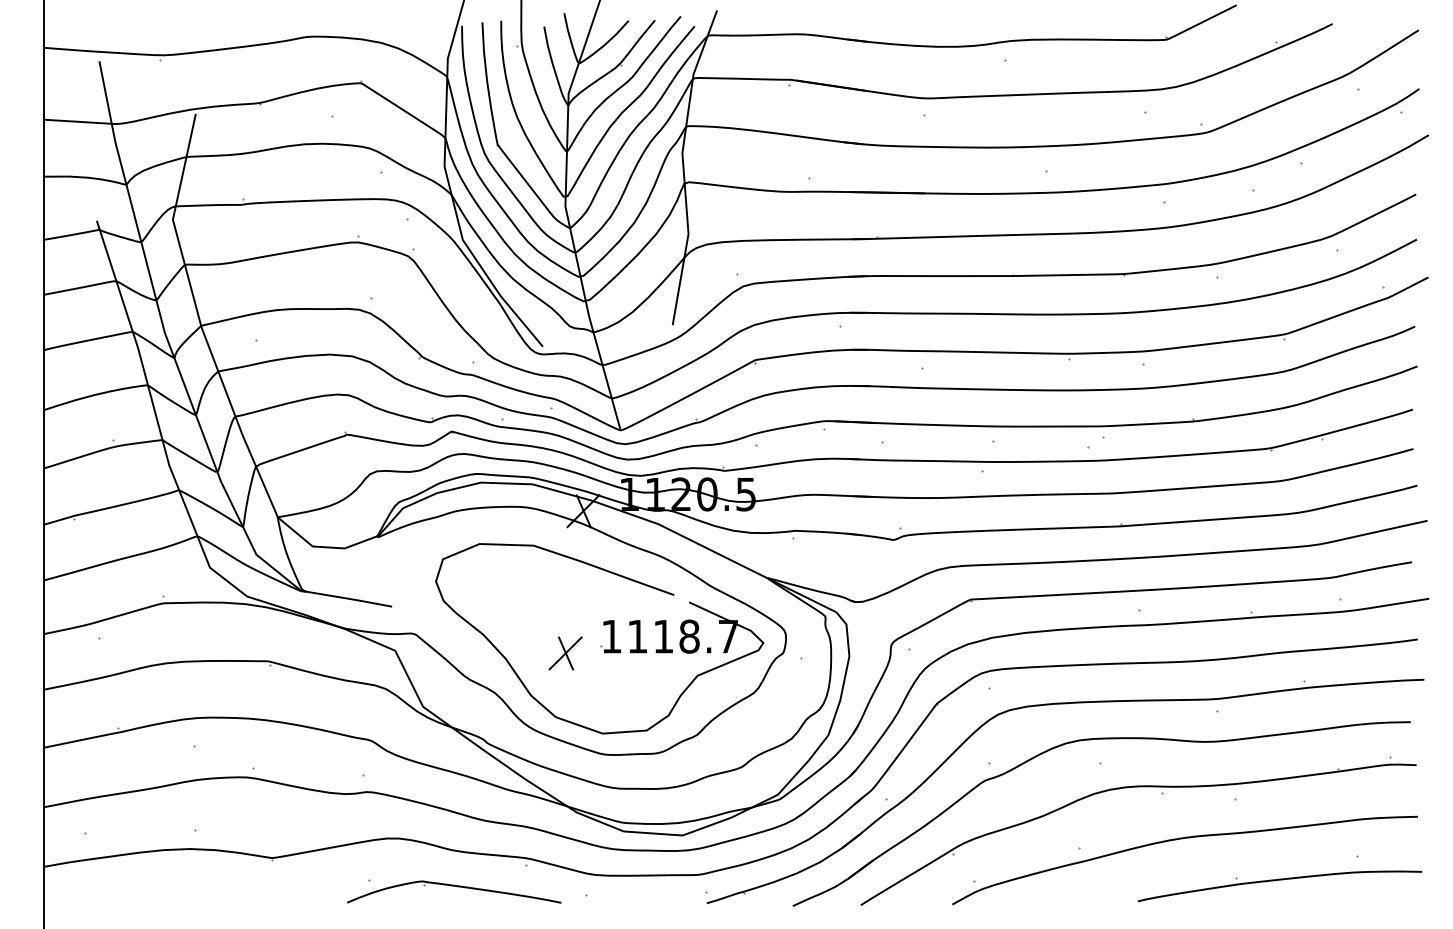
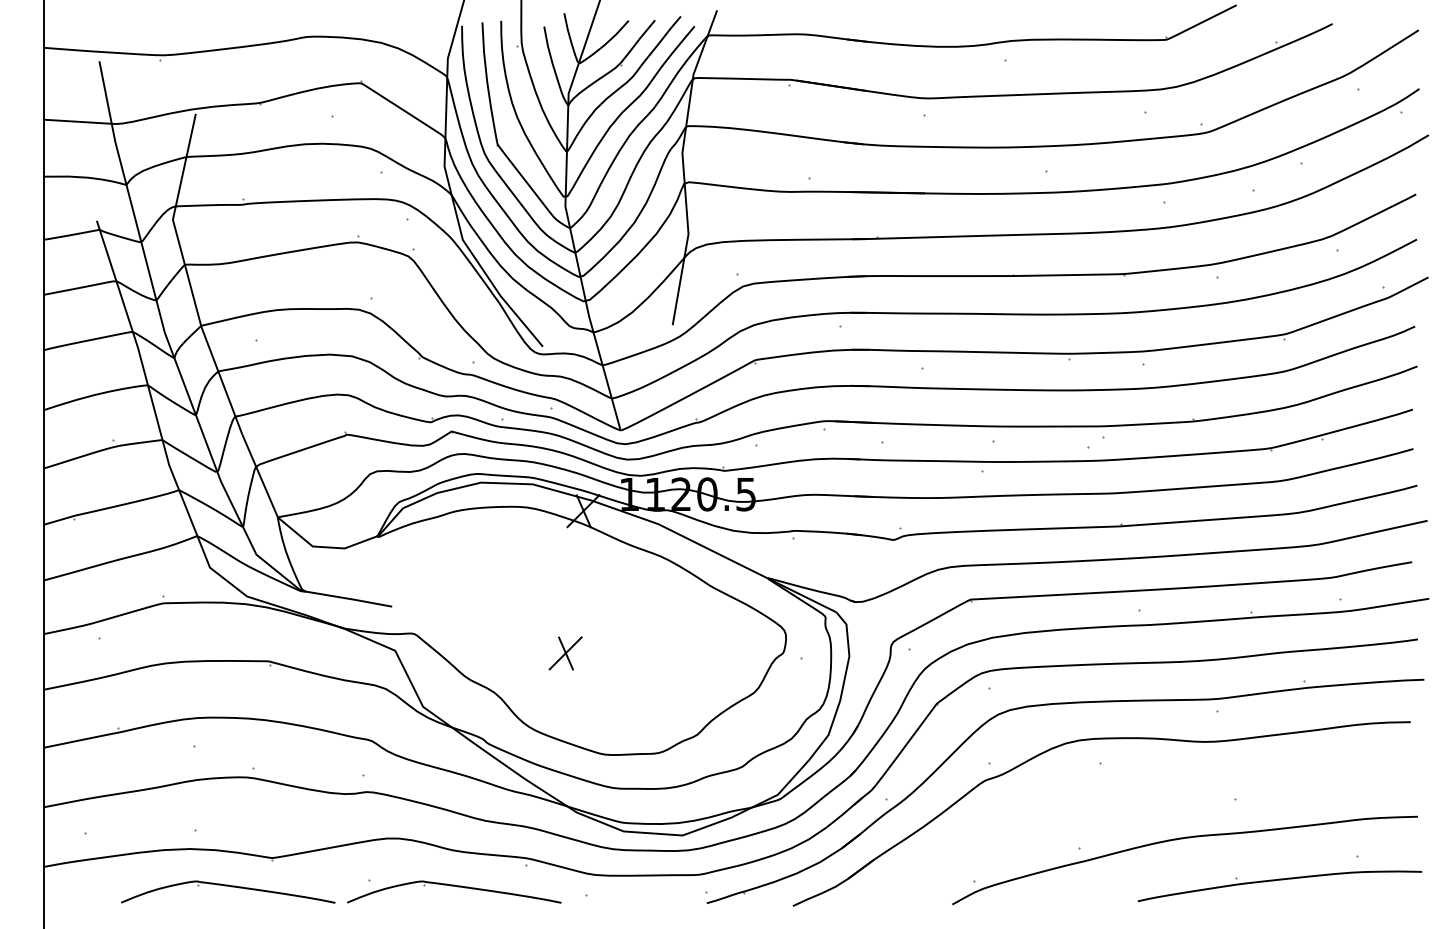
part at (601, 645): present -> none
part at (1138, 787): present -> none
part at (228, 891): none -> present
